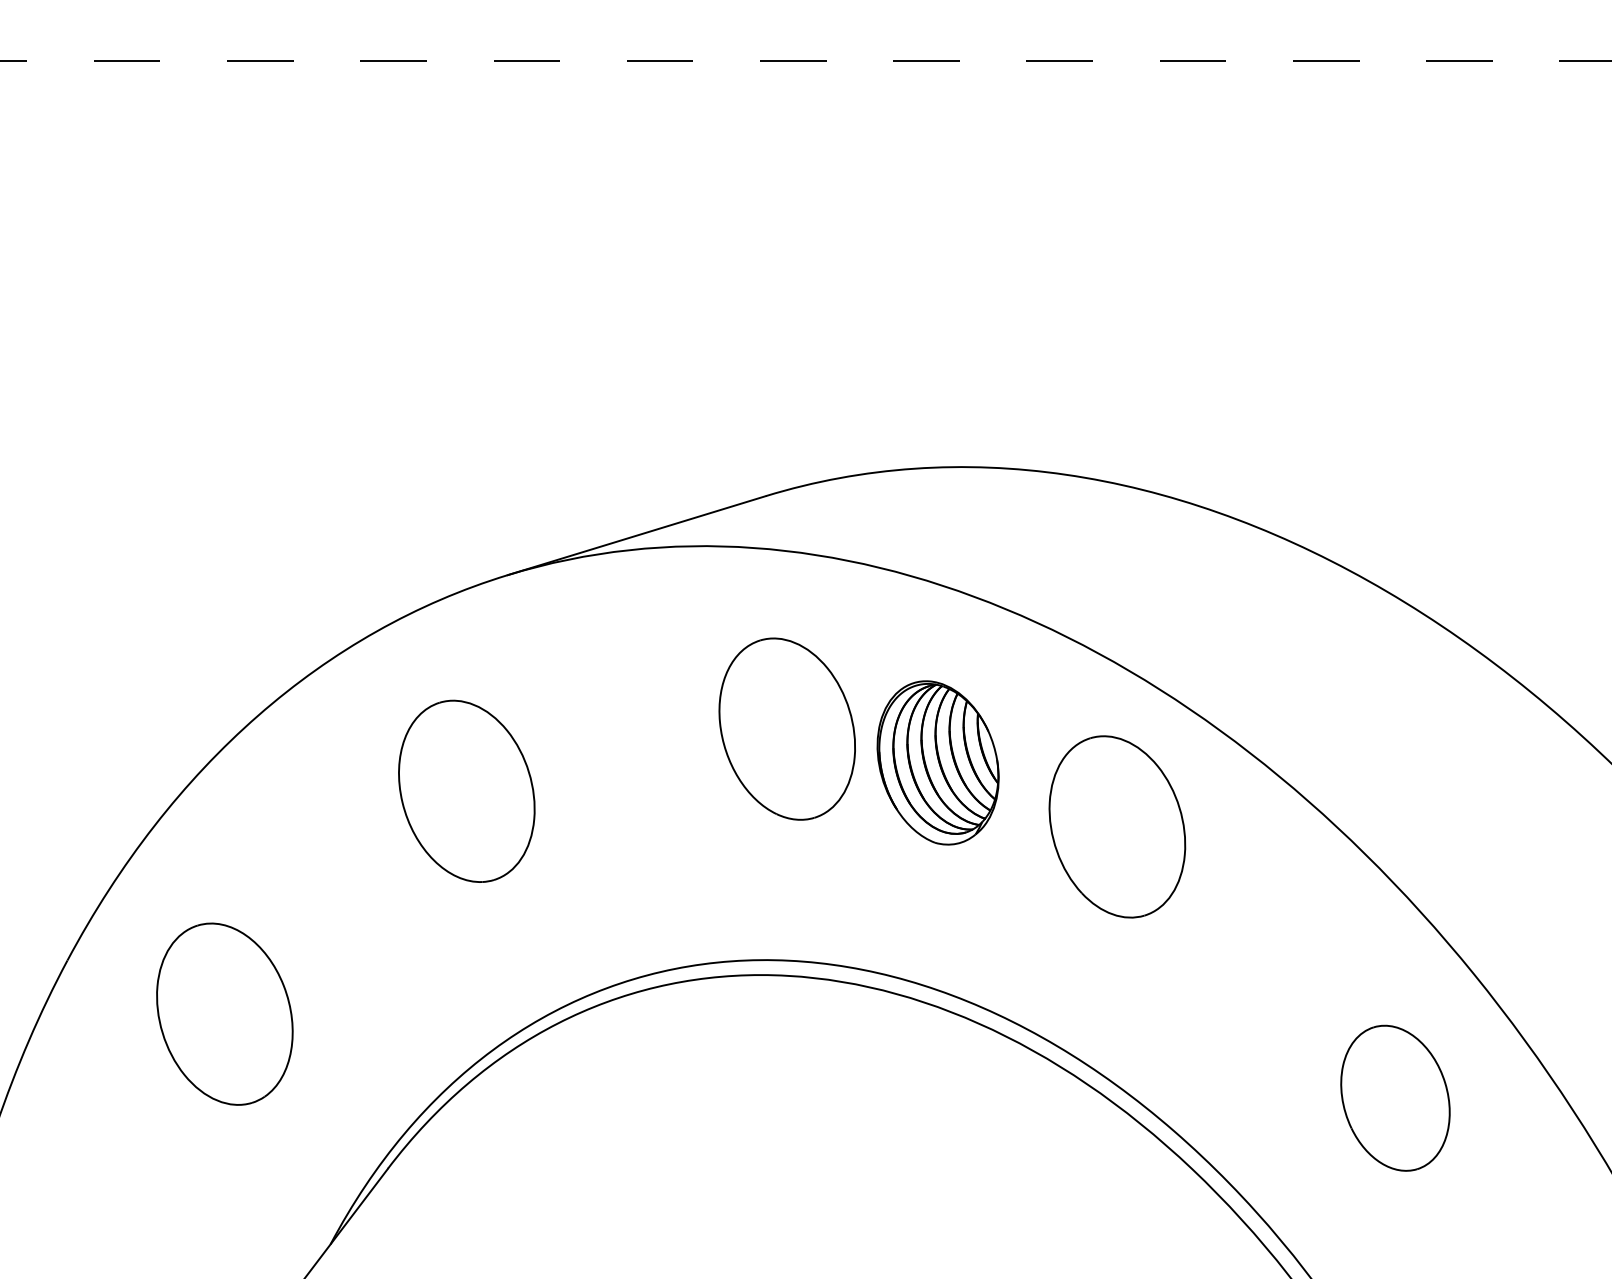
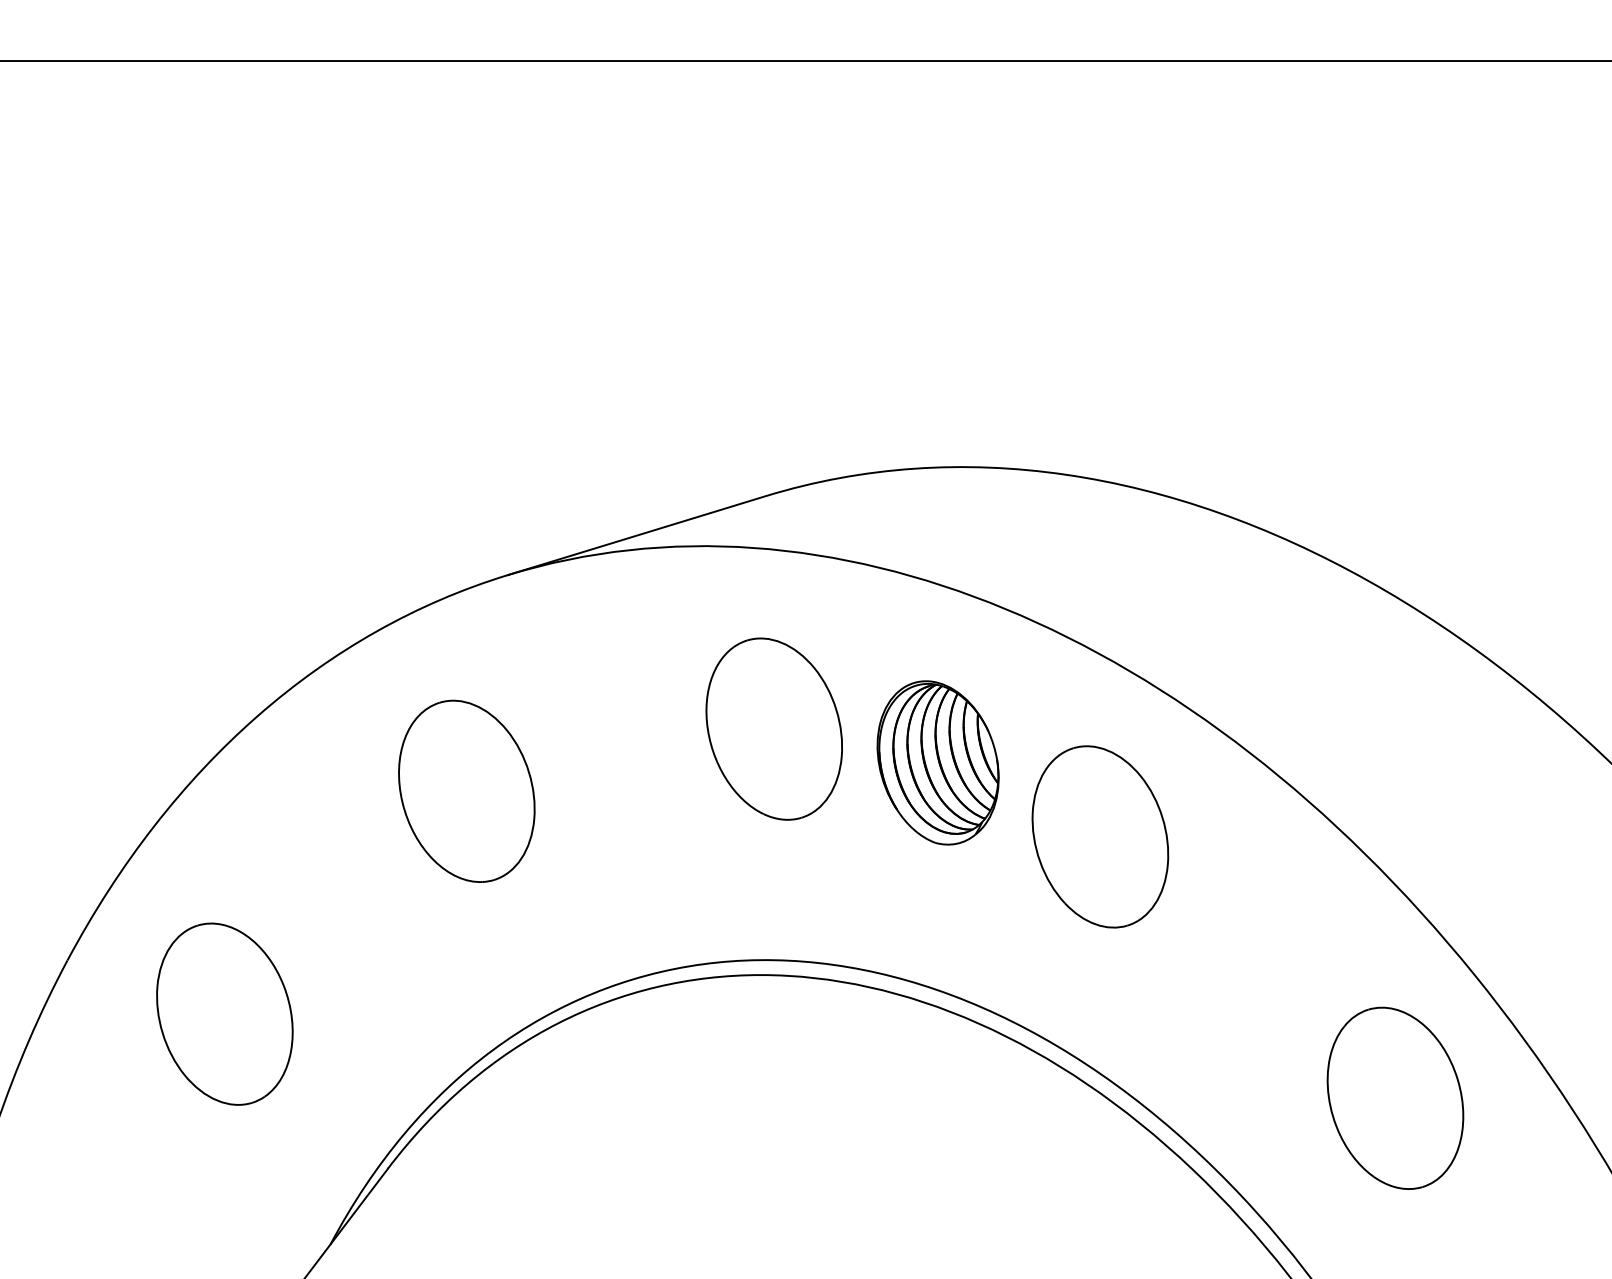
line at (806, 60): dashed -> solid
part at (786, 728) position: (786, 728) -> (773, 728)
part at (1117, 826) position: (1117, 826) -> (1100, 836)
part at (1395, 1097) size: 111x148 px -> 139x184 px
